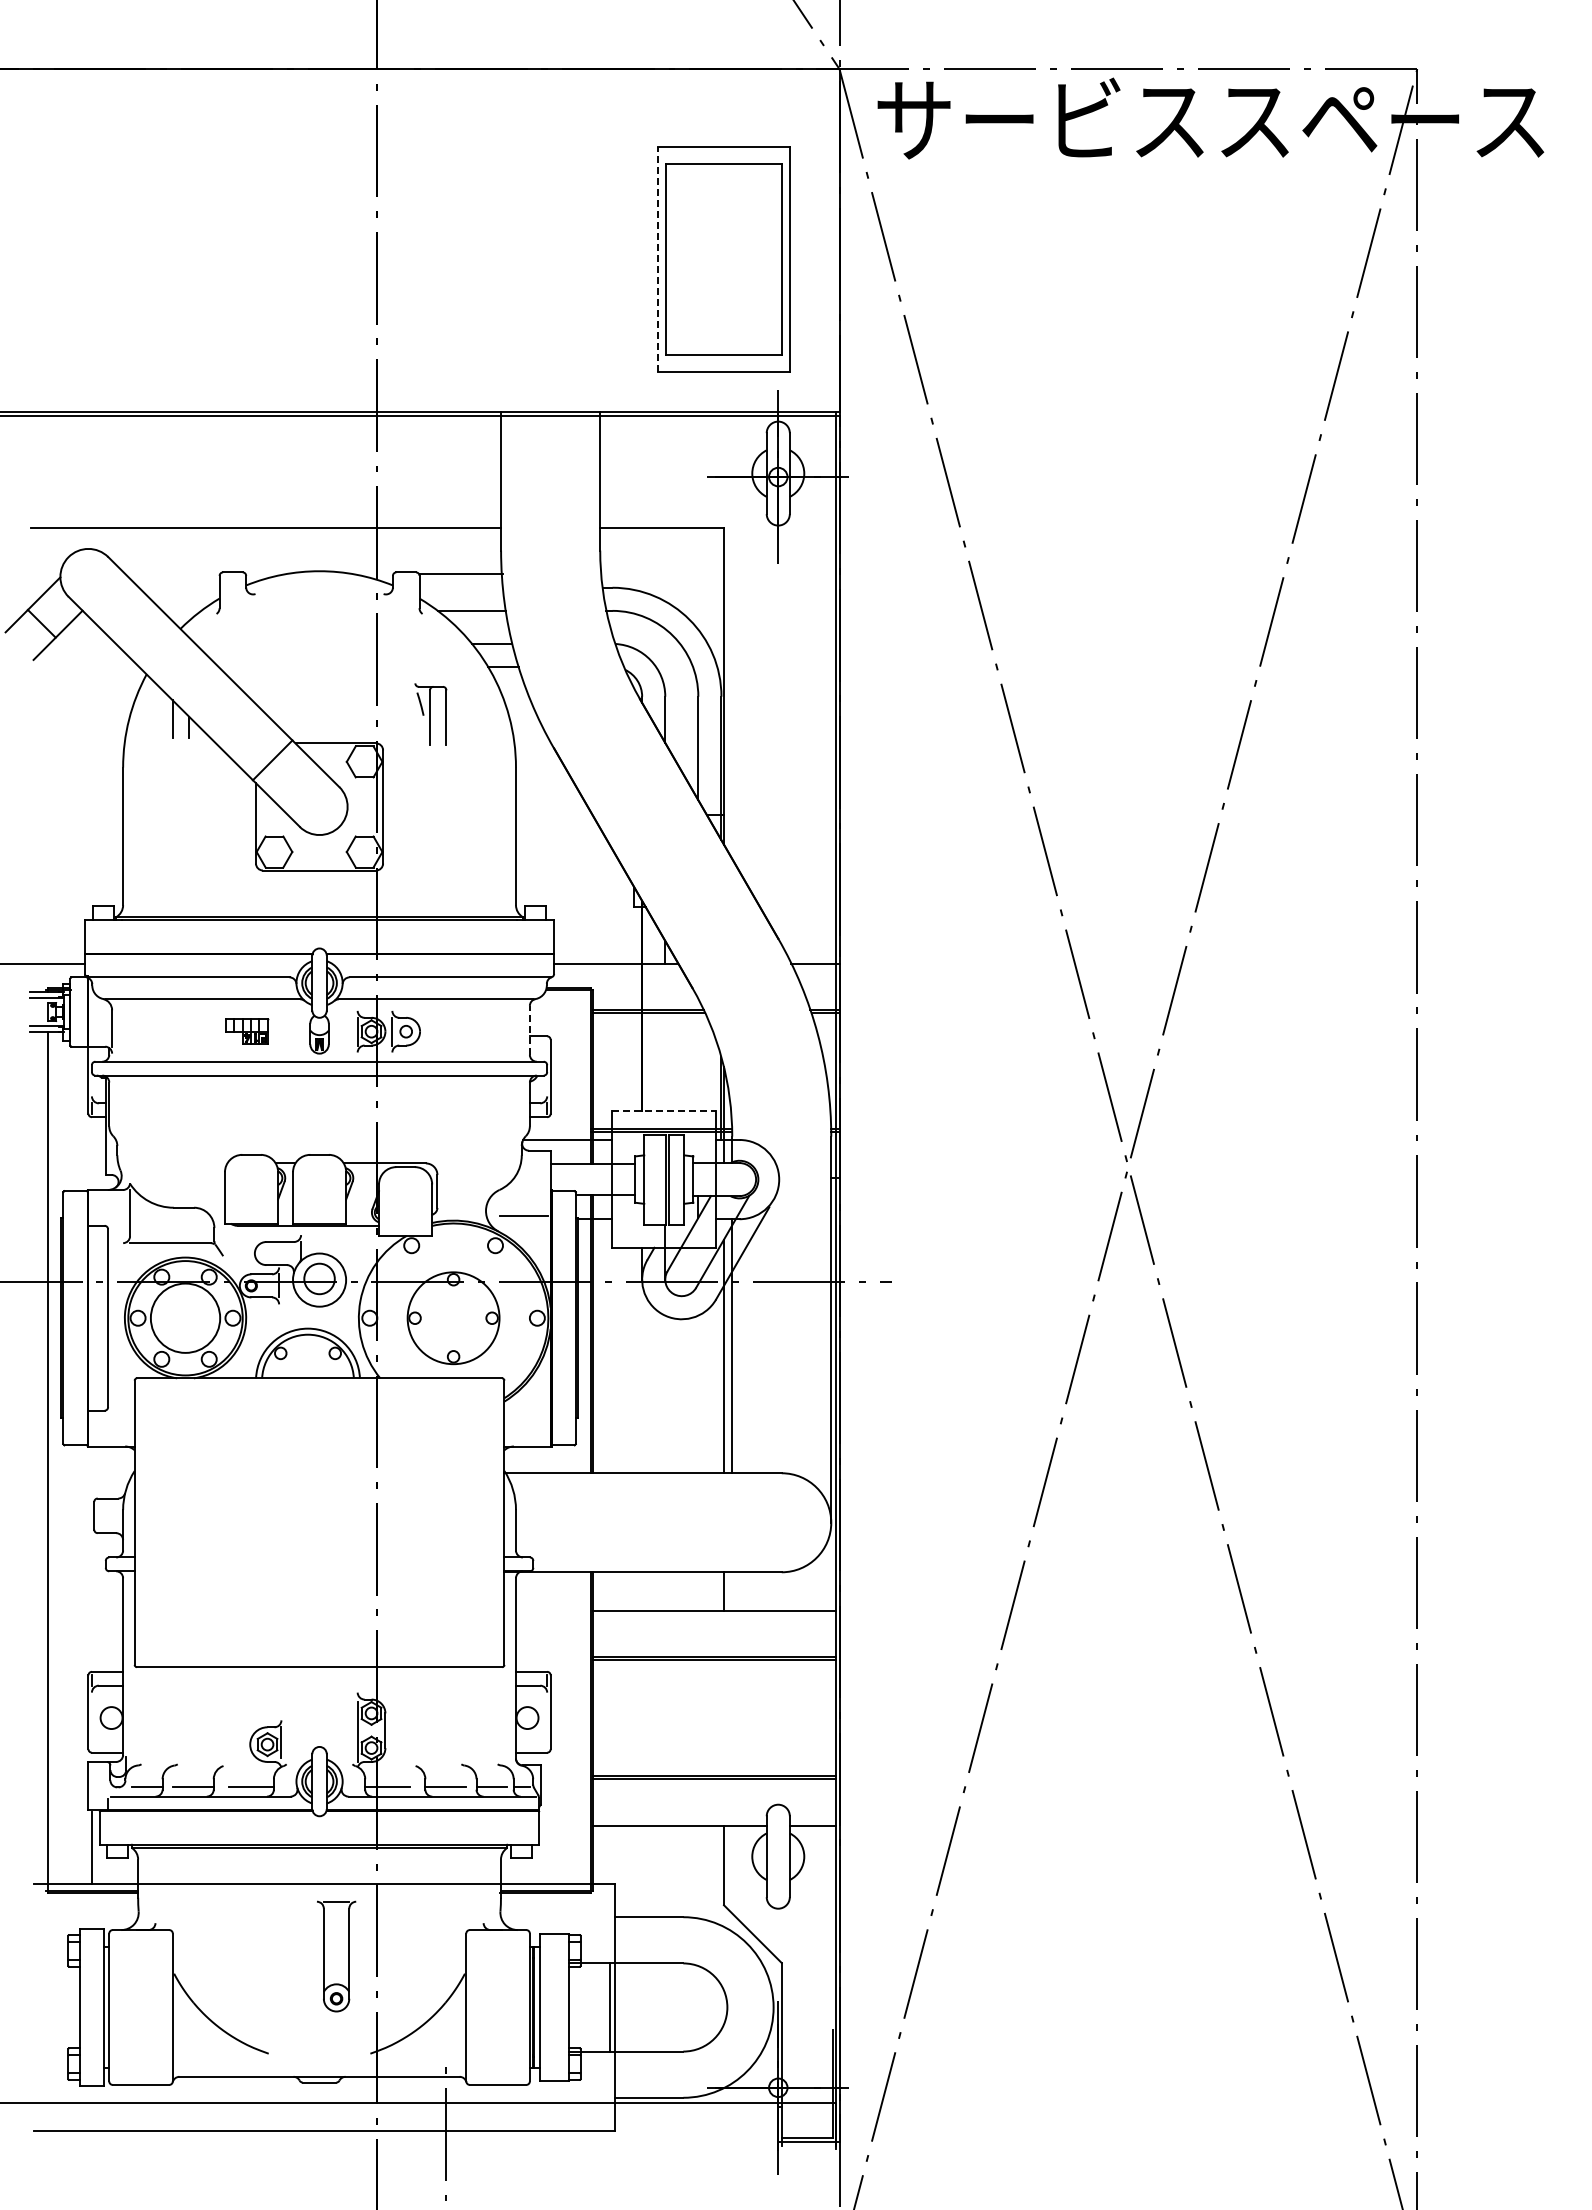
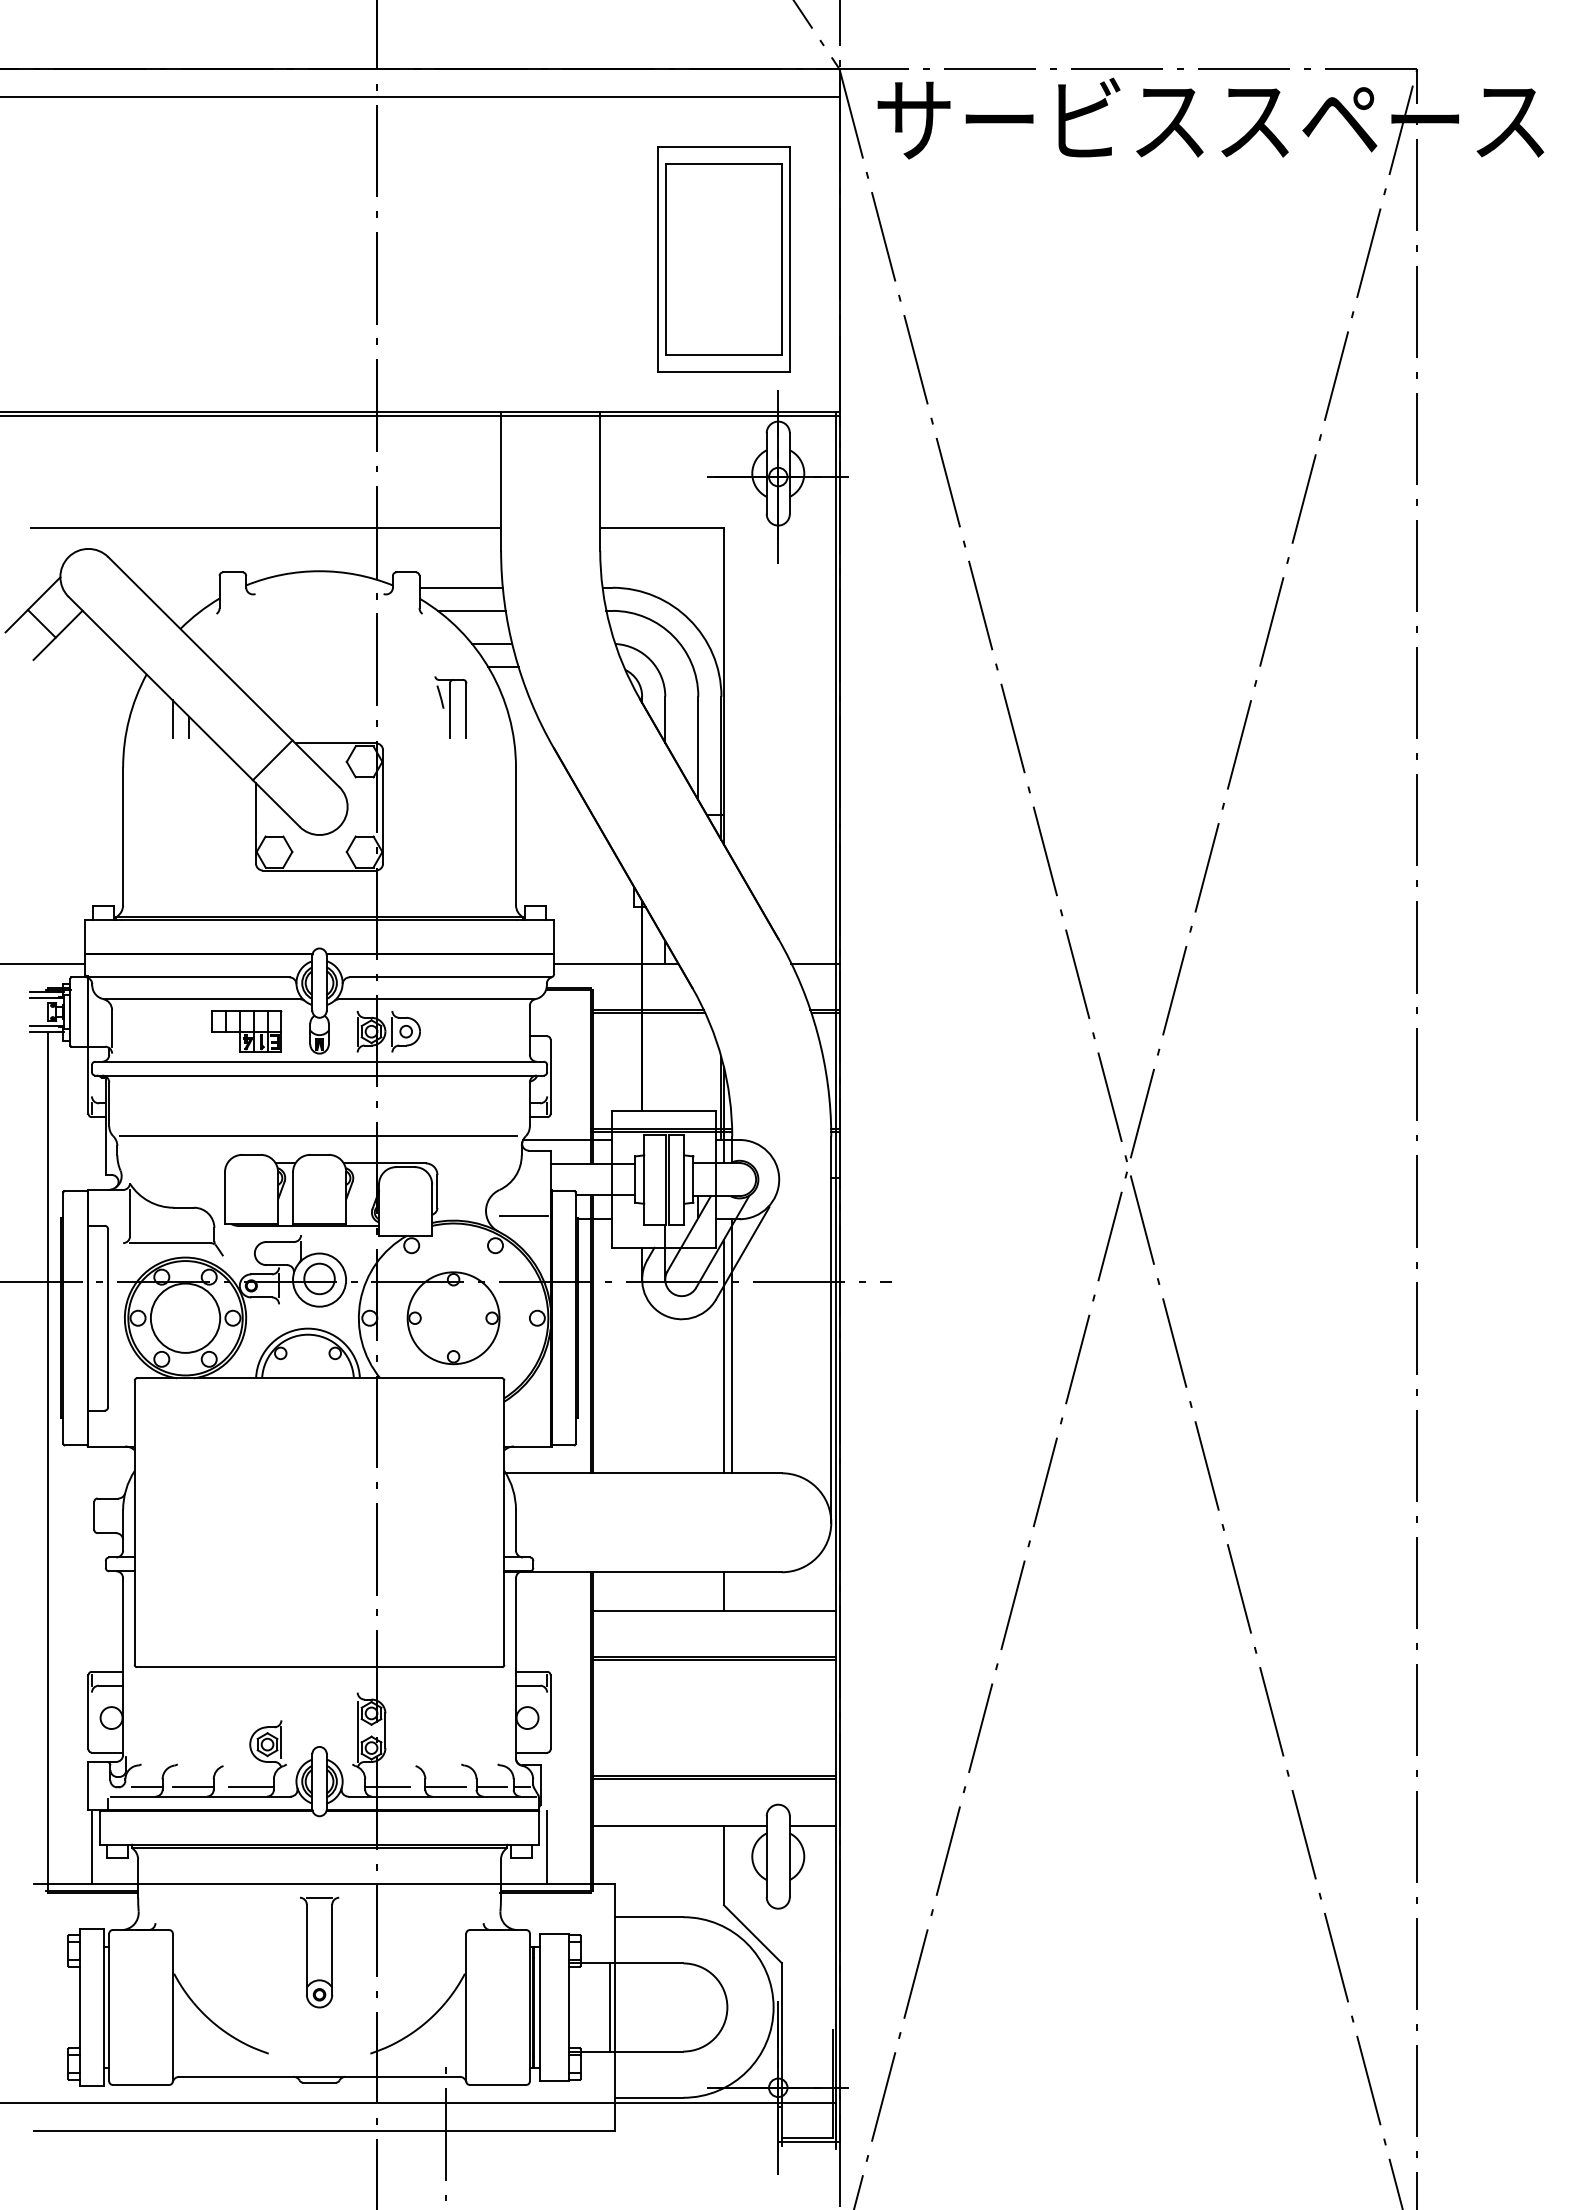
line at (420, 96): none -> present
line at (657, 259): dashed -> solid
line at (460, 573) position: (460, 573) -> (460, 587)
part at (430, 714) position: (430, 714) -> (450, 707)
line at (529, 1029): dashed -> solid
part at (247, 1031) size: 45x27 px -> 72x43 px
line at (664, 1111): dashed -> solid
line at (318, 1135): none -> present
line at (547, 1847): none -> present
part at (336, 1956) position: (336, 1956) -> (319, 1952)
